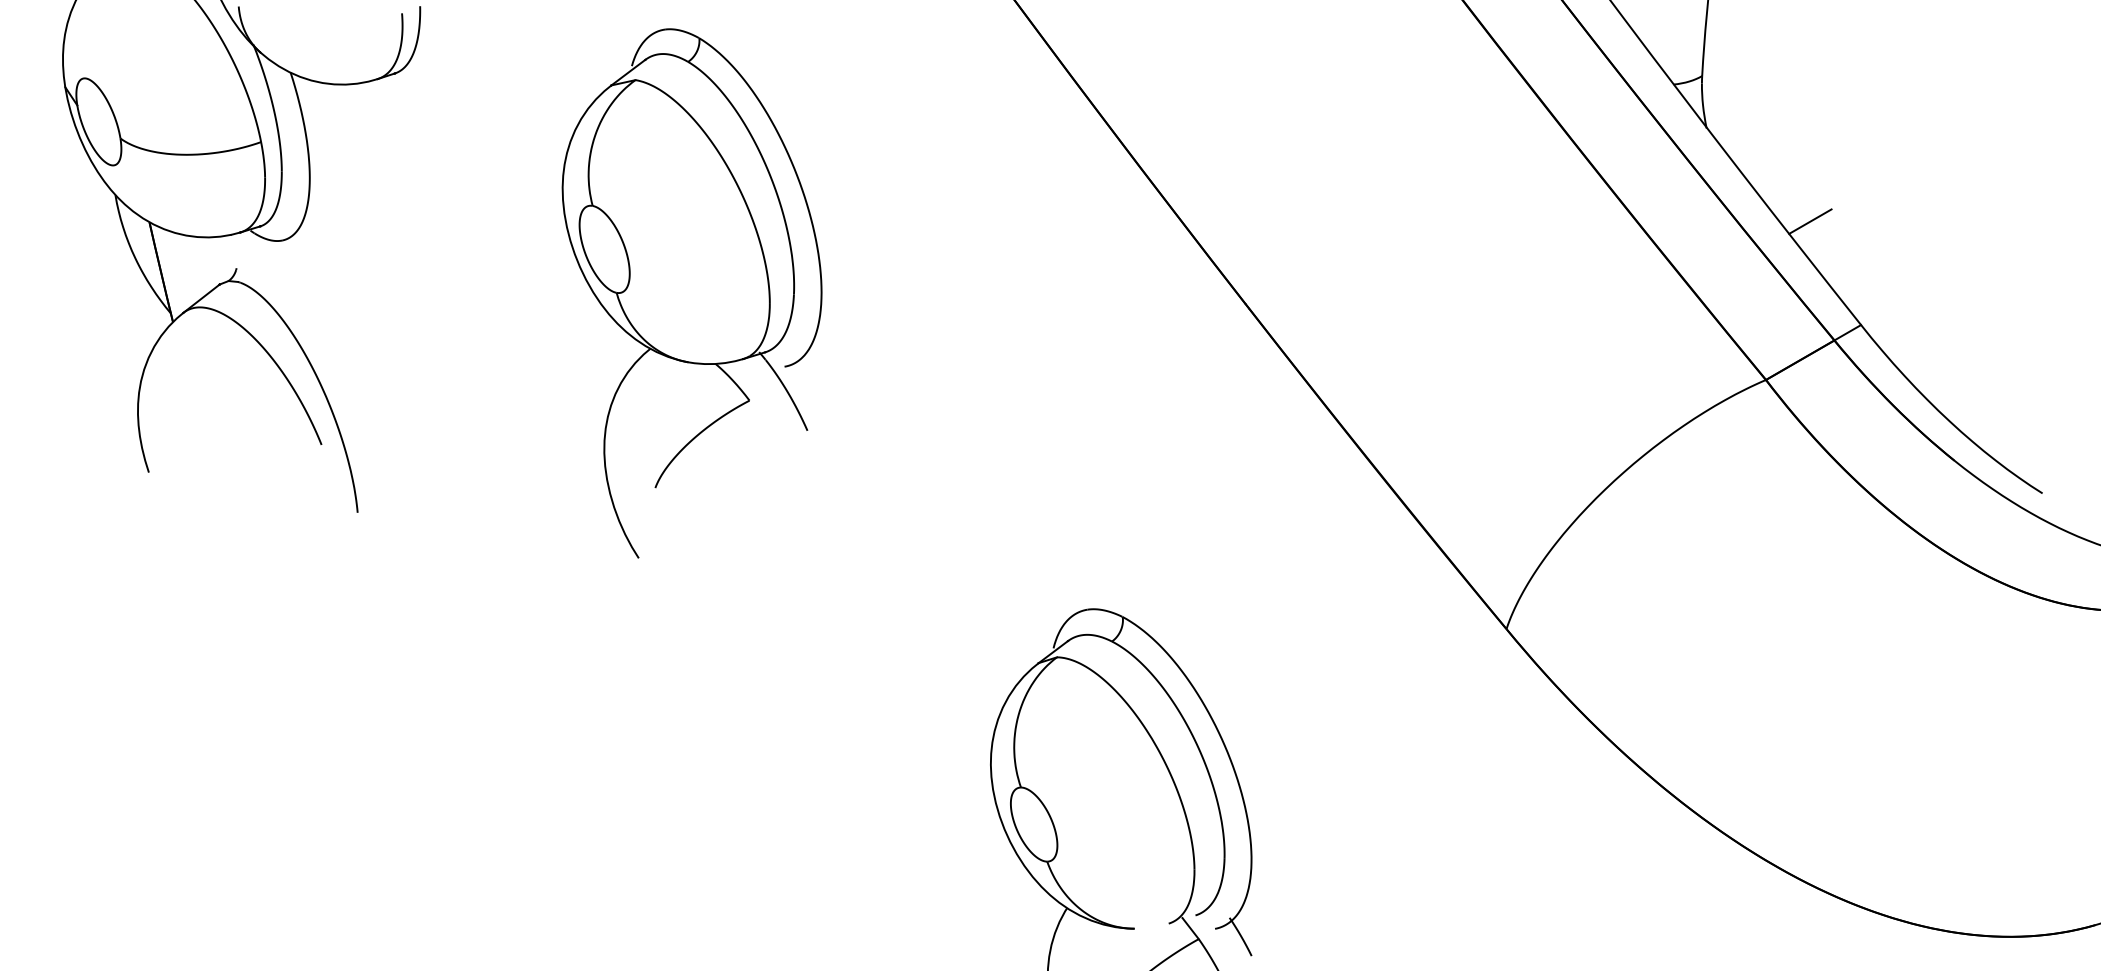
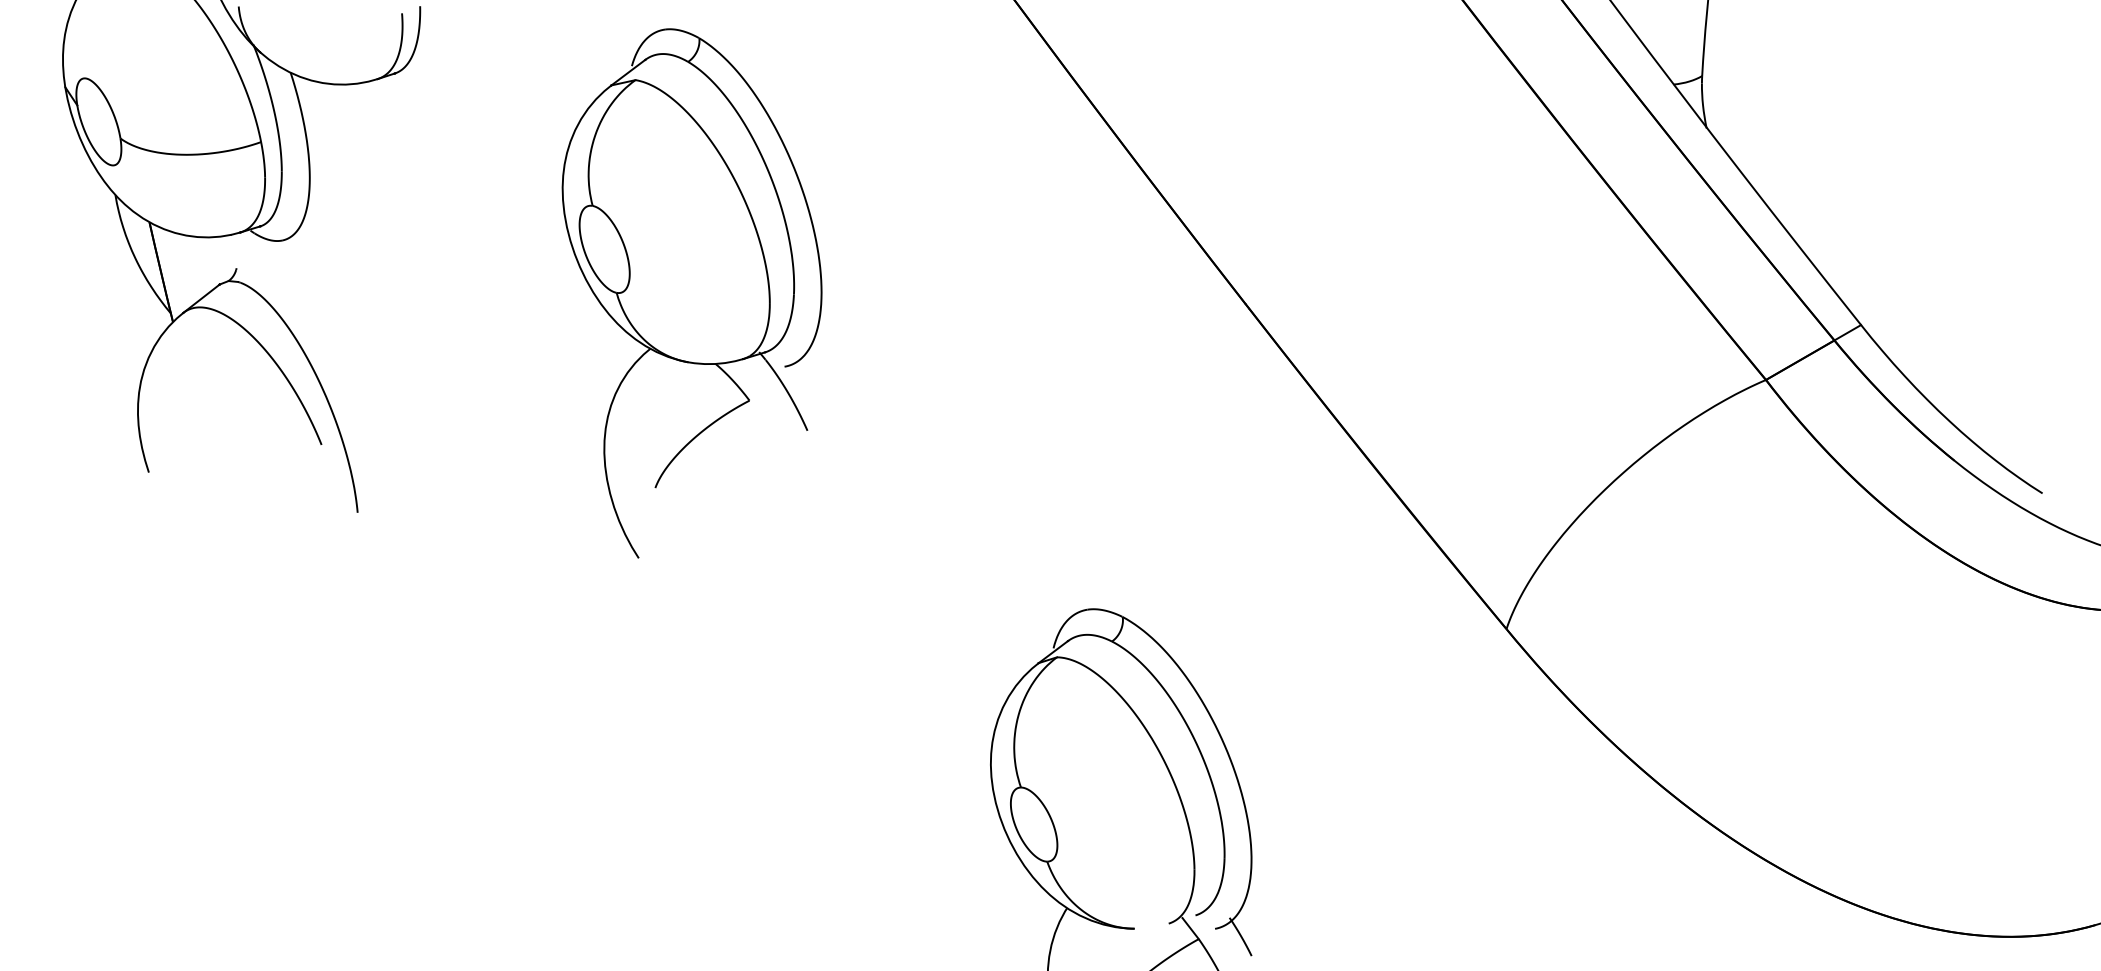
line at (1810, 221): present -> none
